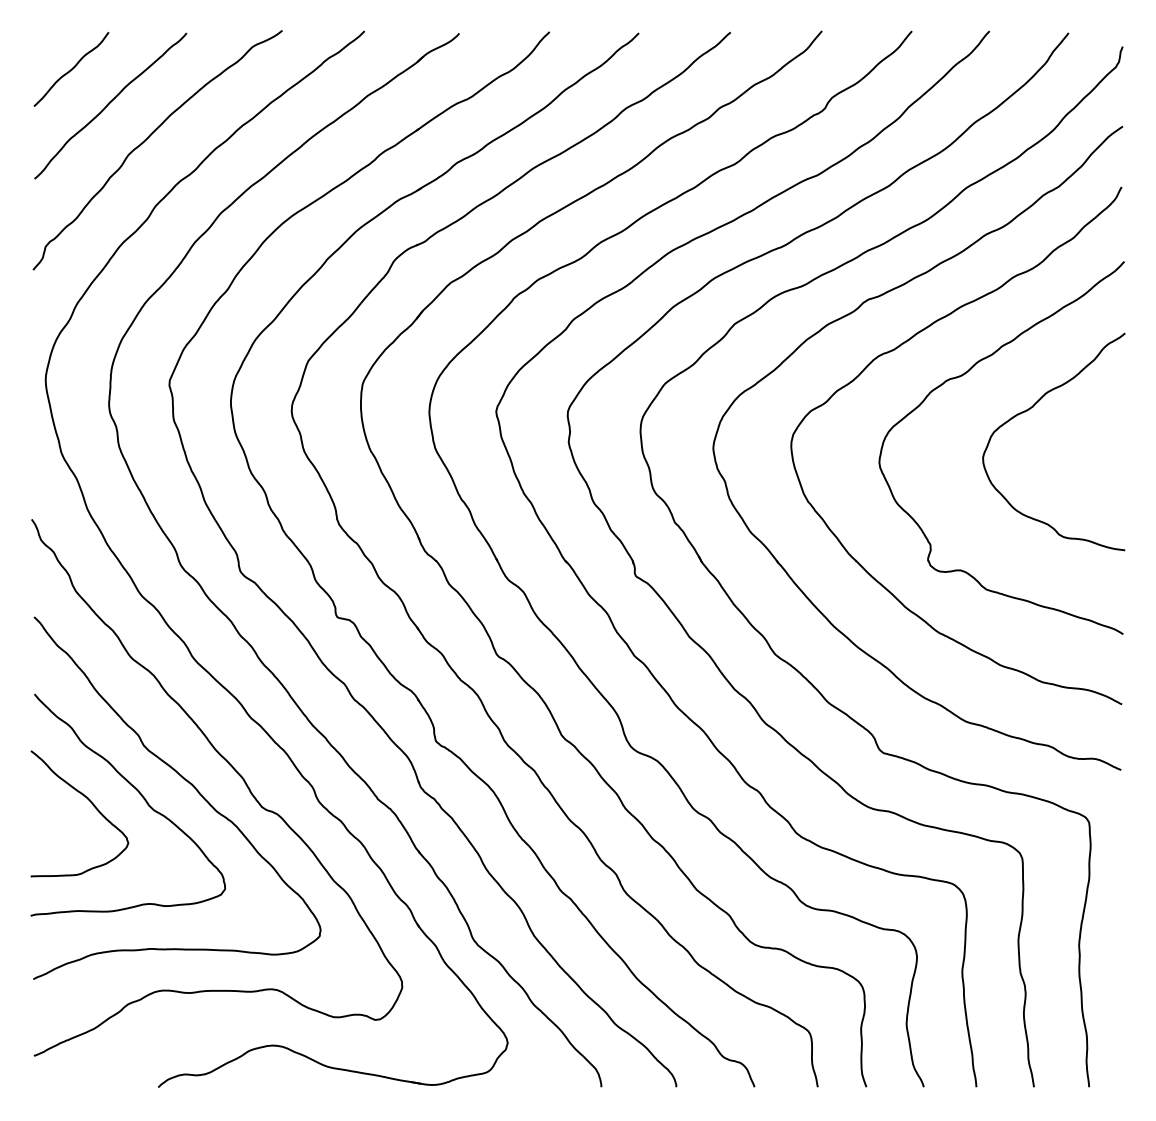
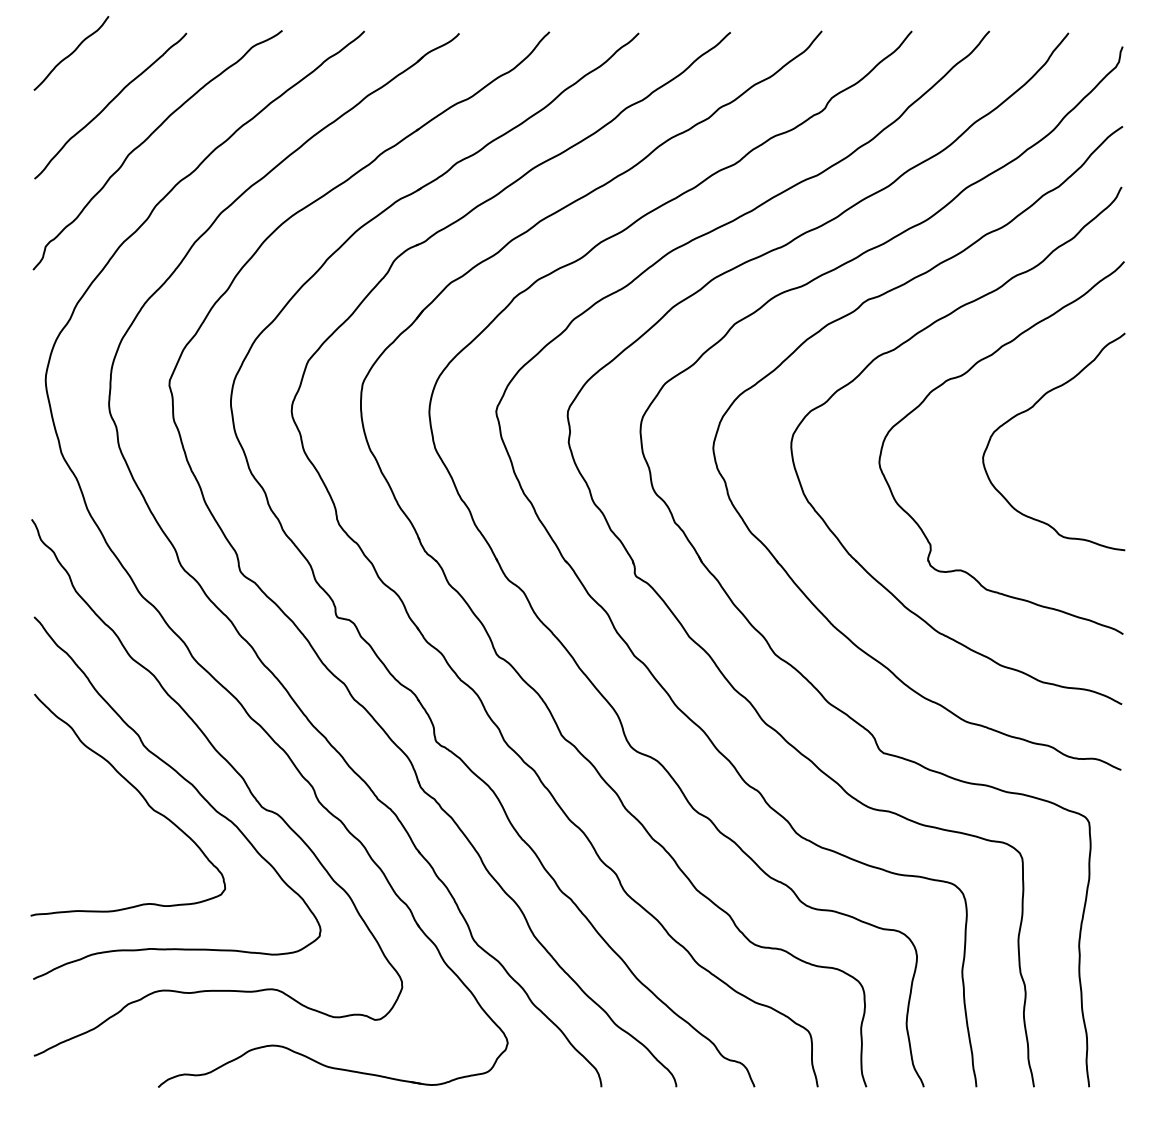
curve at (71, 69) position: (71, 69) -> (71, 53)
curve at (92, 805): present -> none
